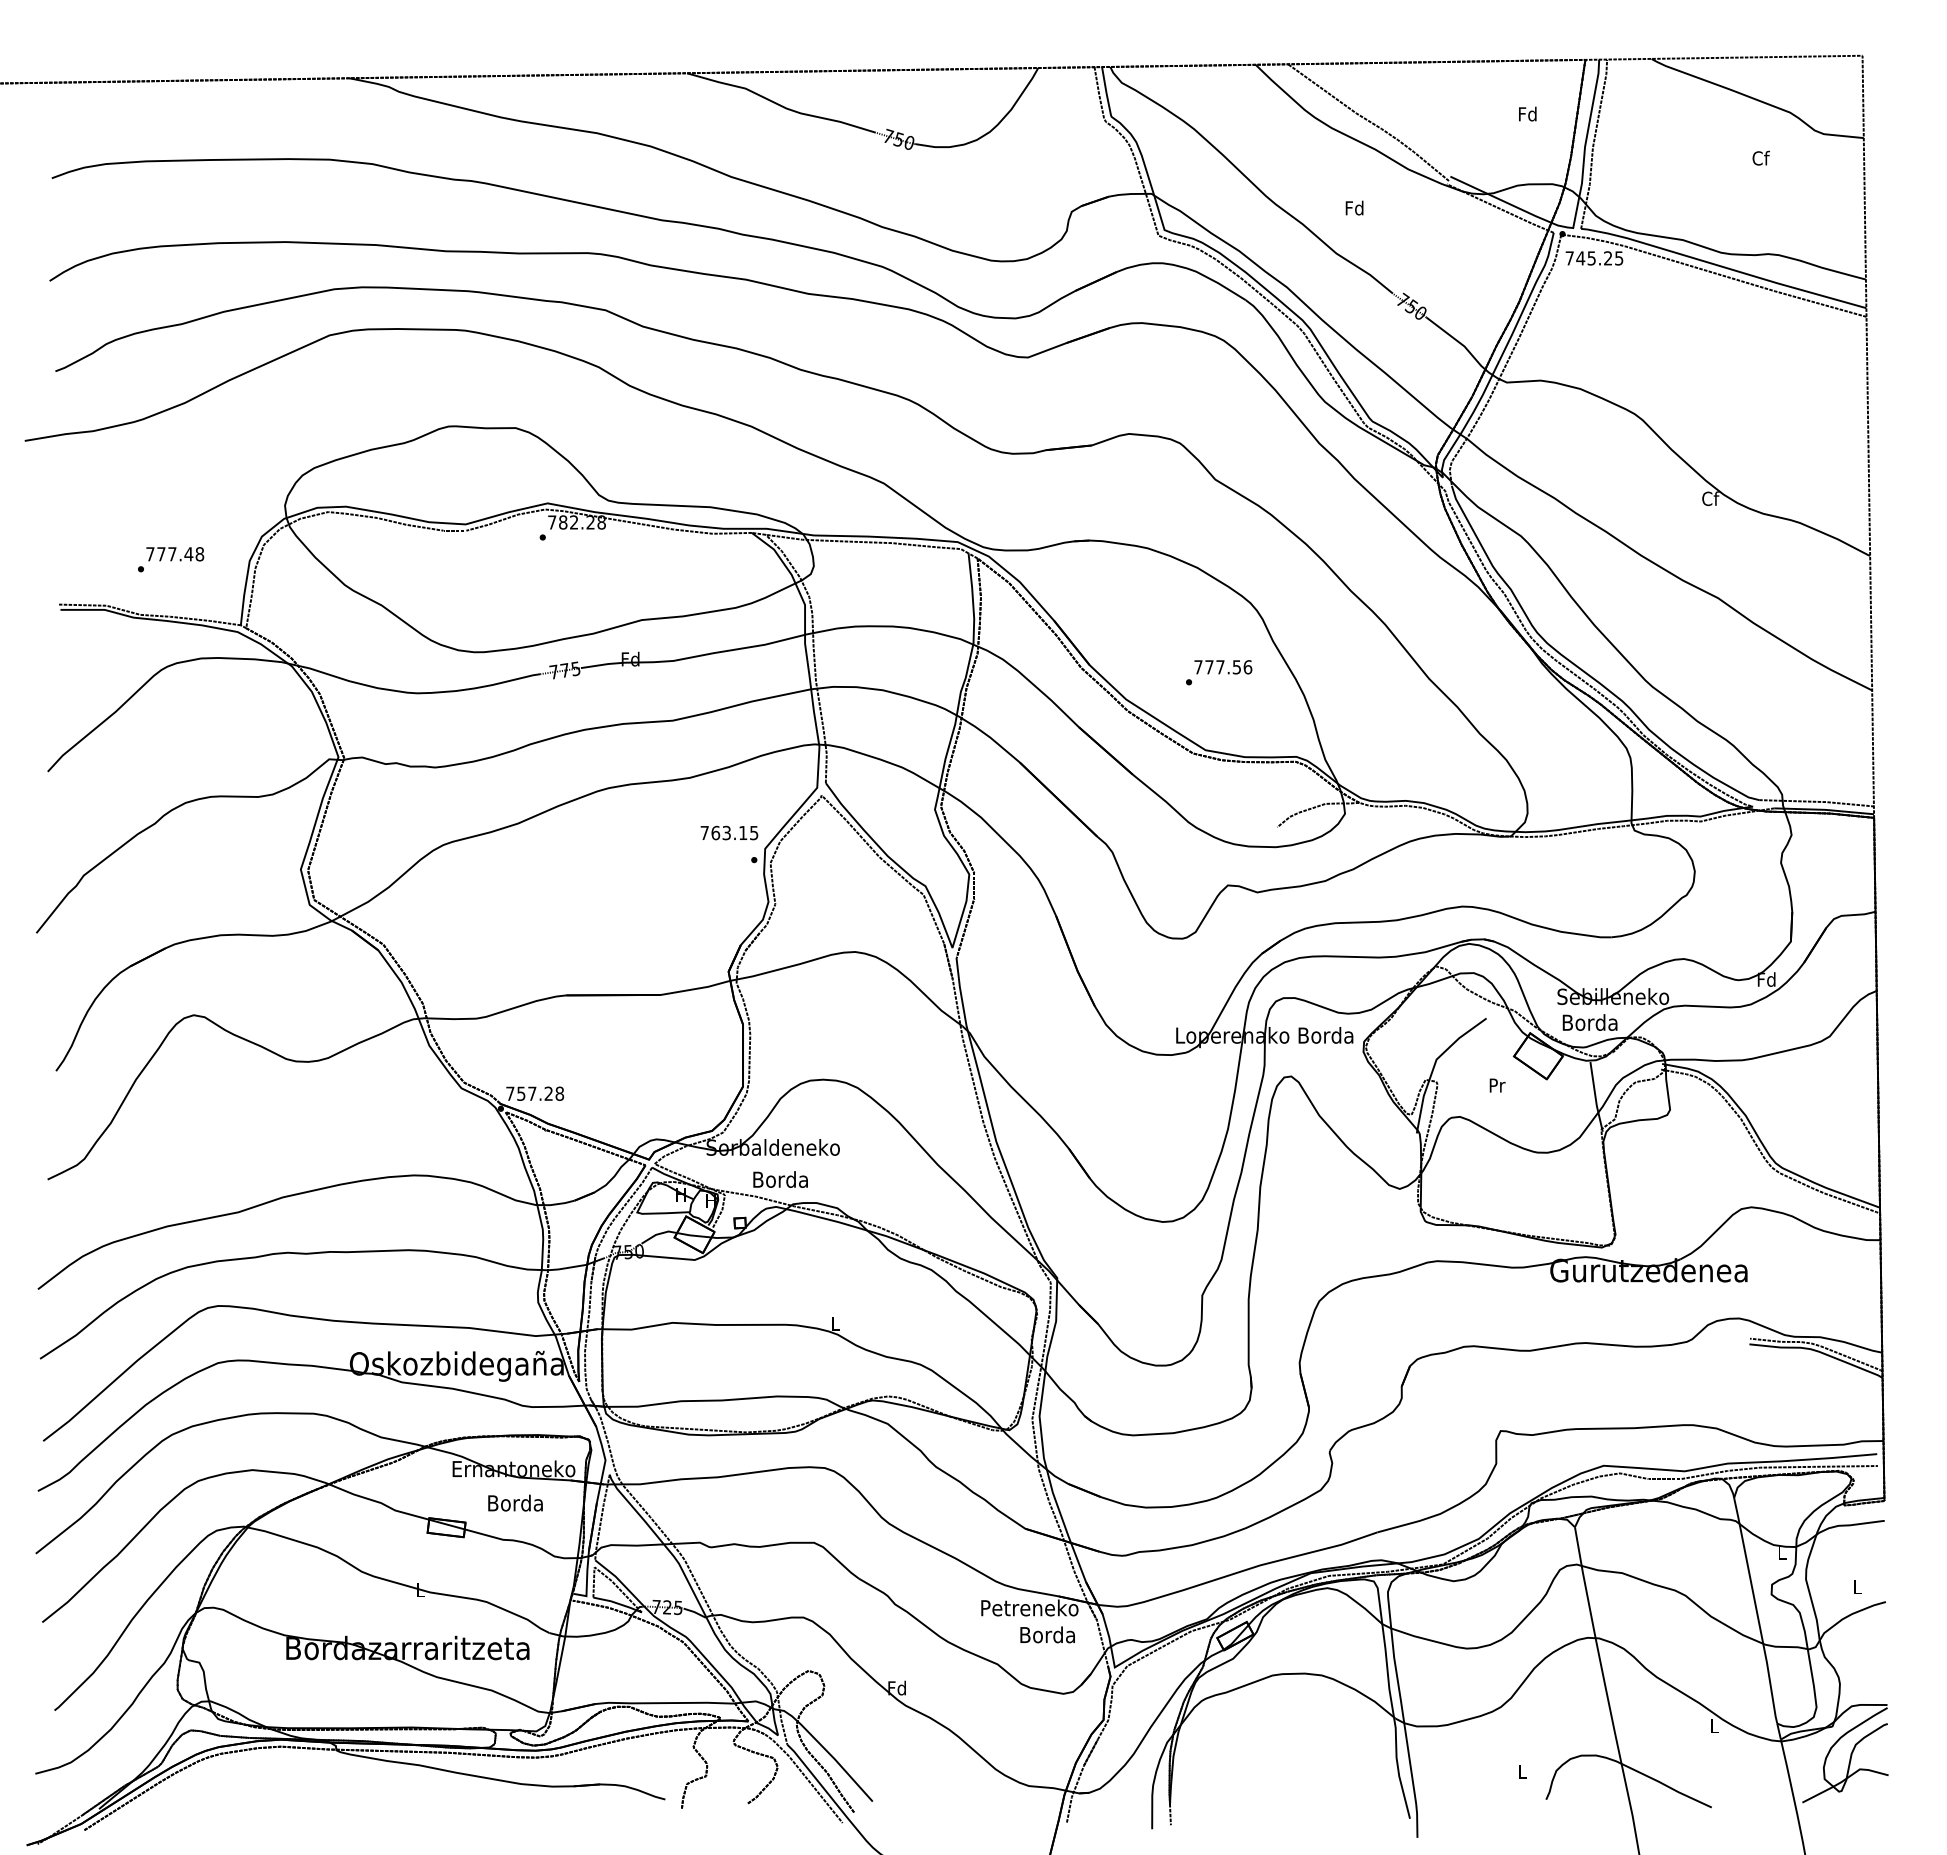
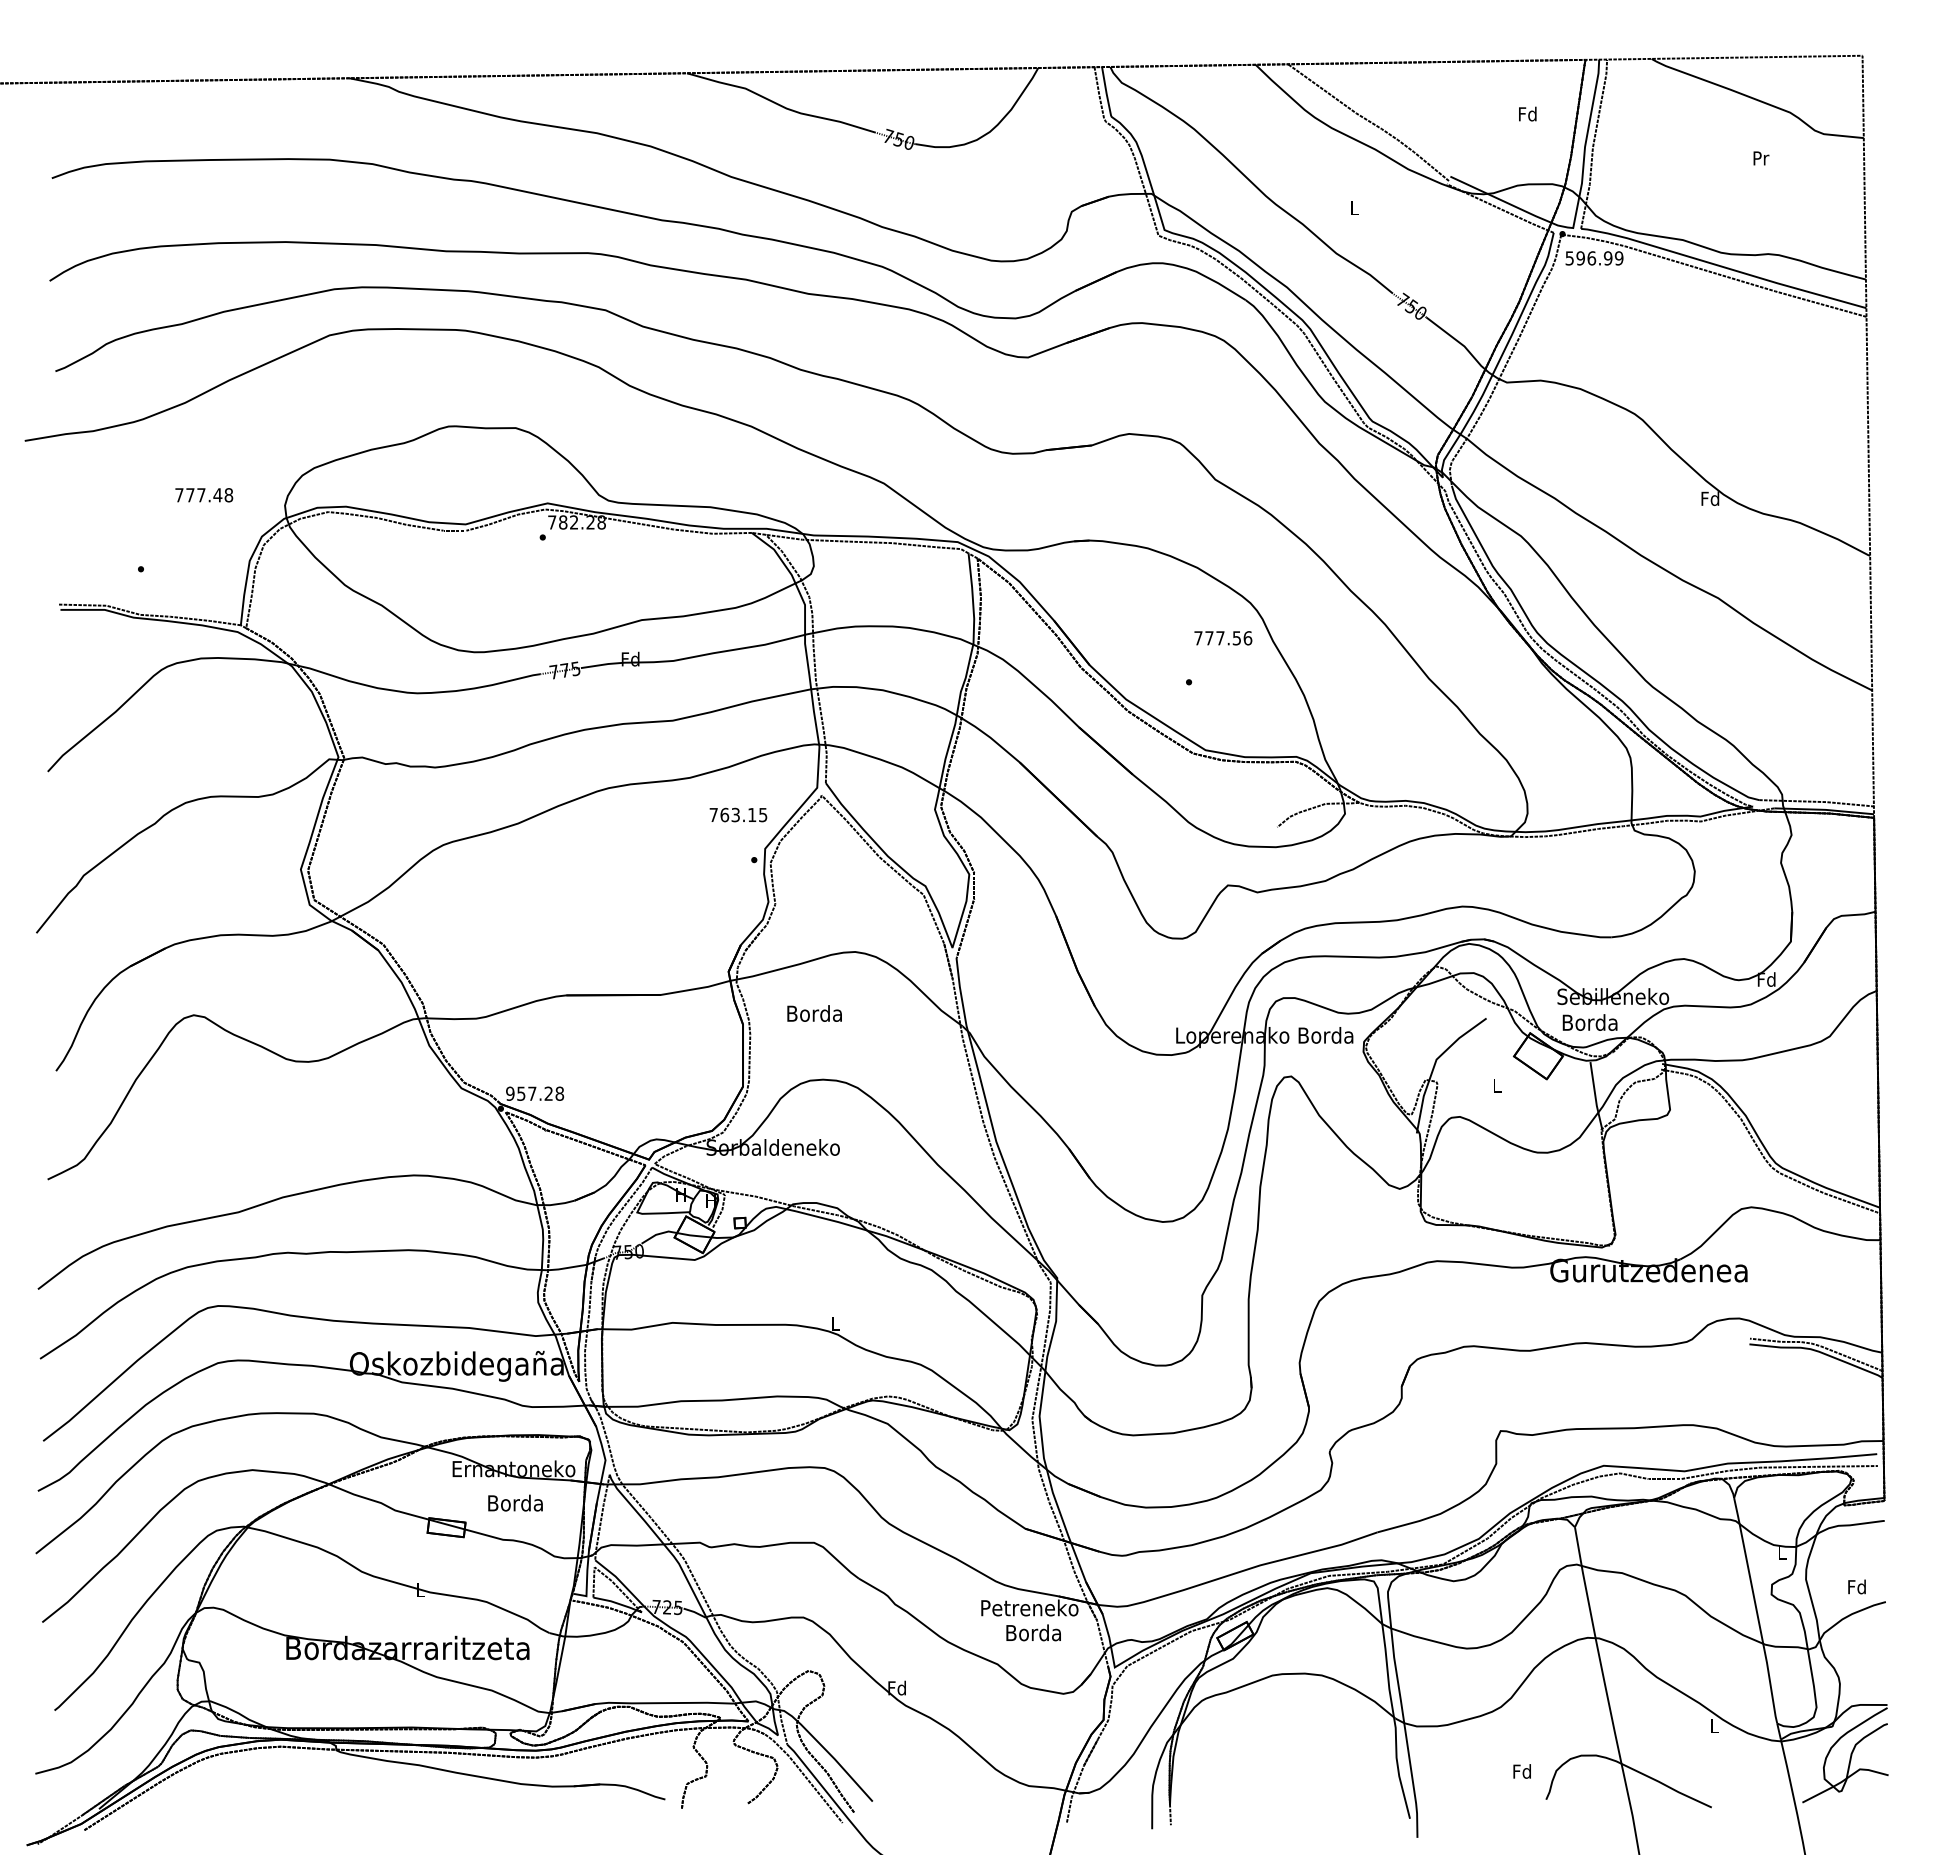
text at (1760, 157): Cf -> Pr
text at (1354, 207): Fd -> L
text at (1594, 258): 745.25 -> 596.99
text at (1710, 498): Cf -> Fd
text at (175, 554) position: (175, 554) -> (204, 495)
text at (1223, 667) position: (1223, 667) -> (1223, 638)
text at (729, 832) position: (729, 832) -> (738, 814)
text at (1497, 1085): Pr -> L
text at (510, 1093): 757.28 -> 957.28
text at (780, 1179) position: (780, 1179) -> (814, 1013)
text at (1856, 1586): L -> Fd
text at (1047, 1634) position: (1047, 1634) -> (1033, 1632)
text at (1521, 1771): L -> Fd
